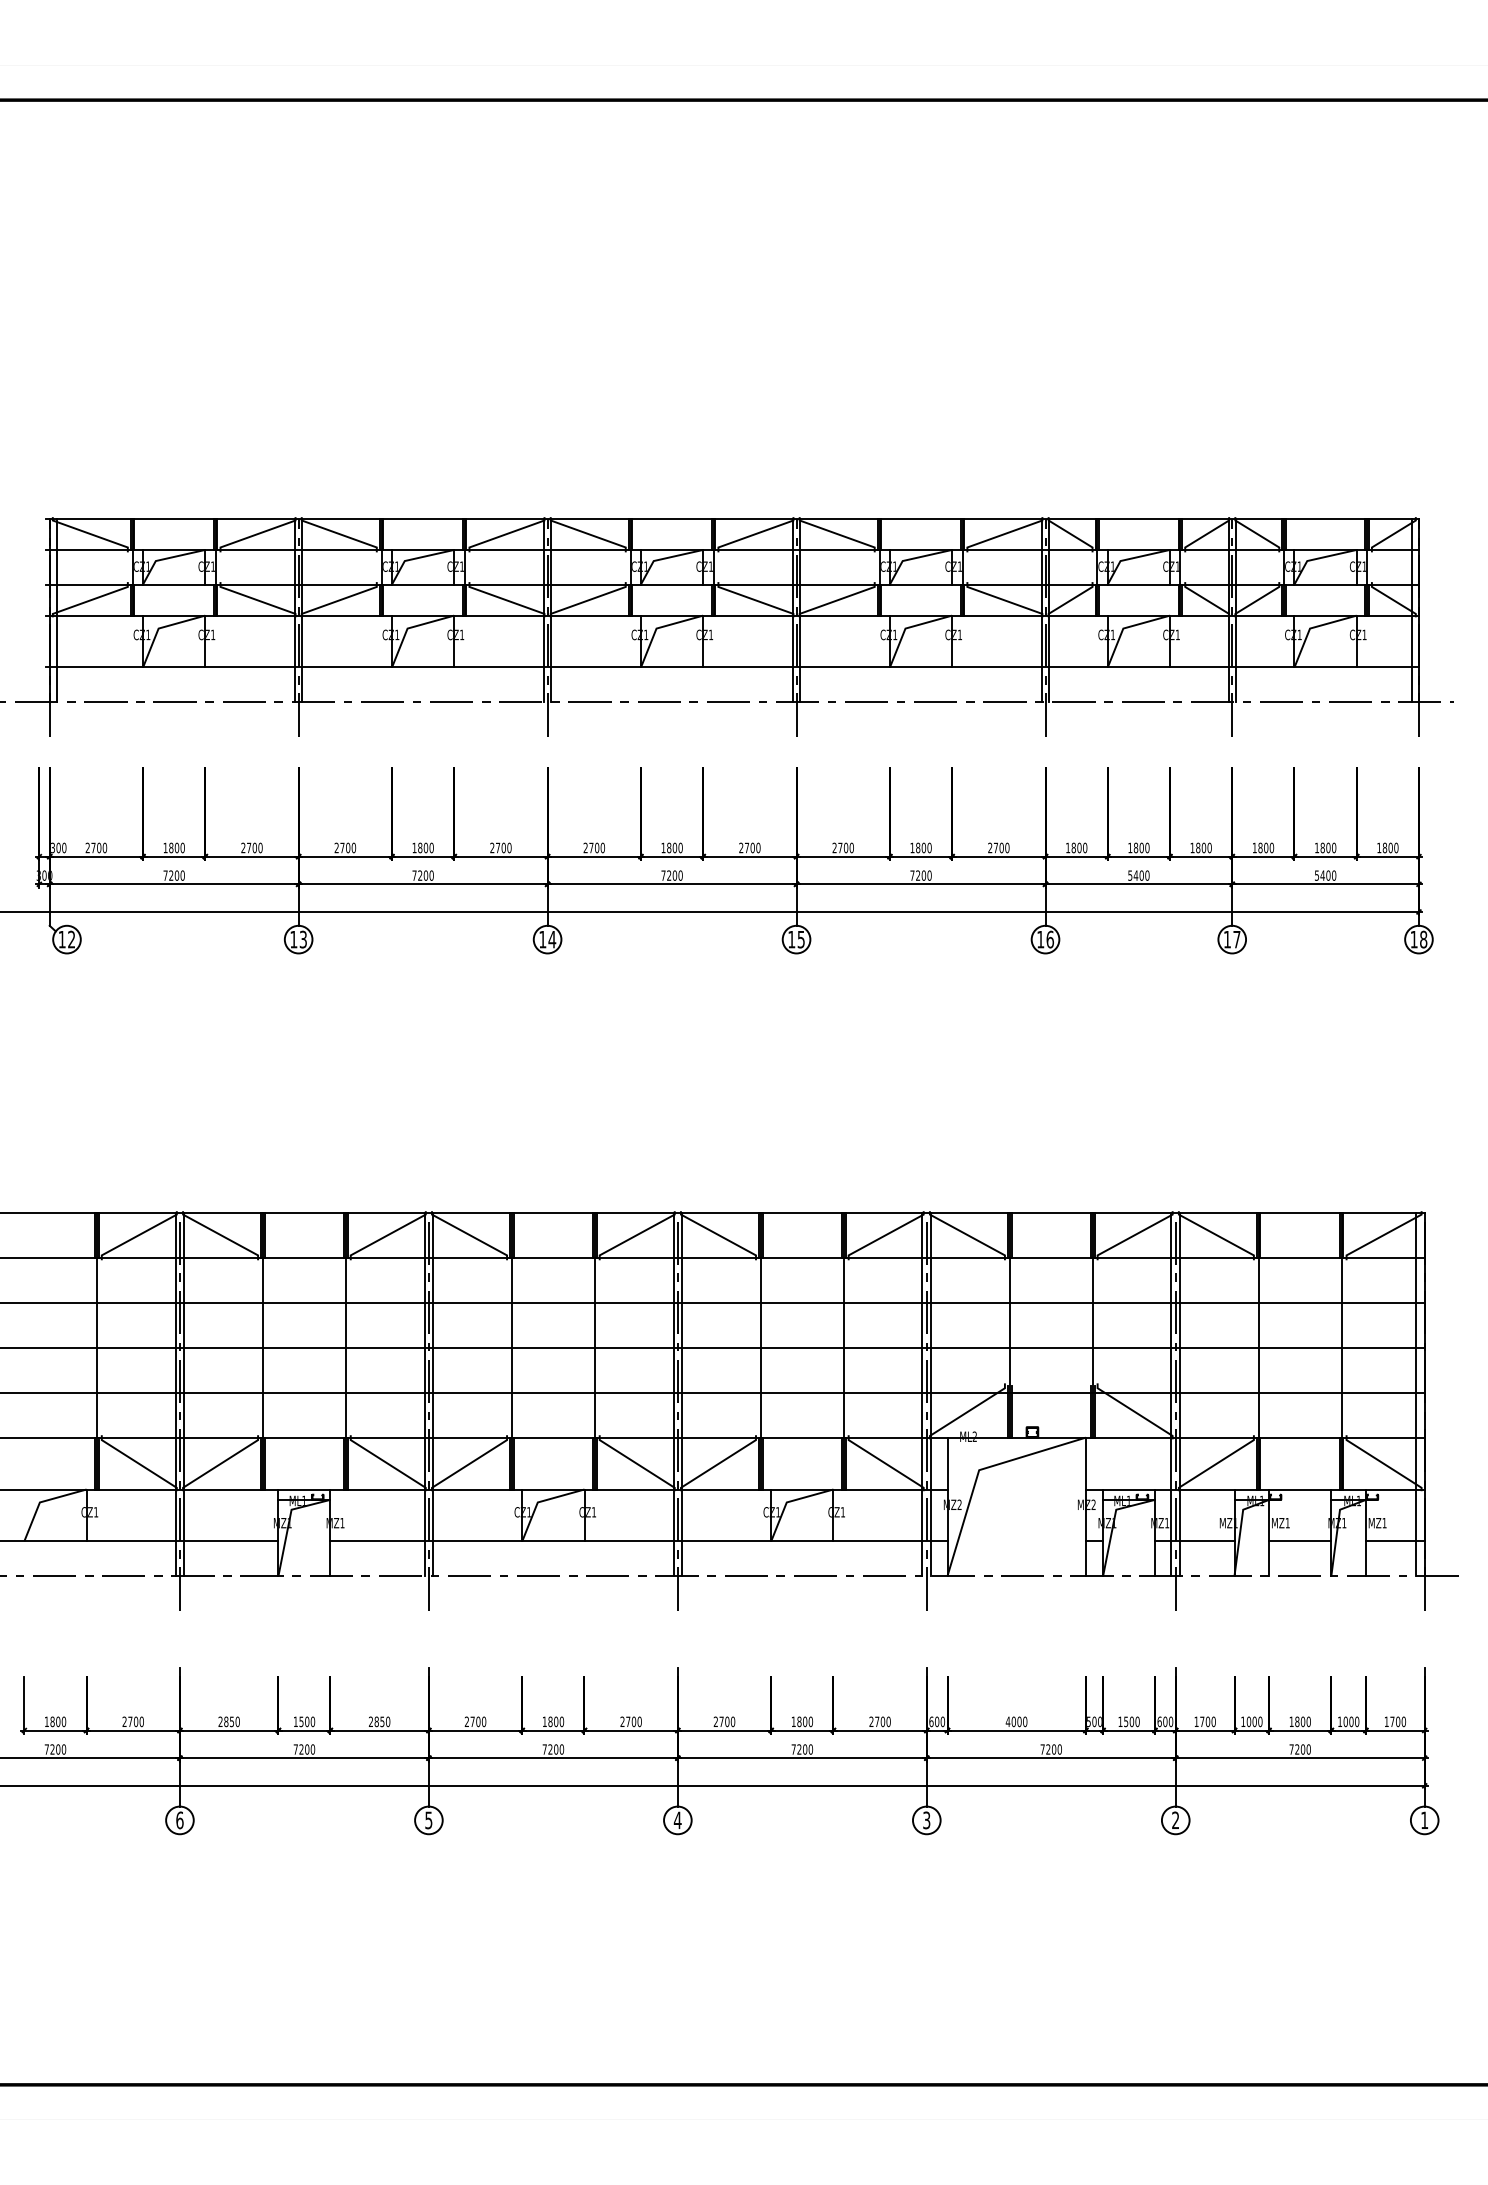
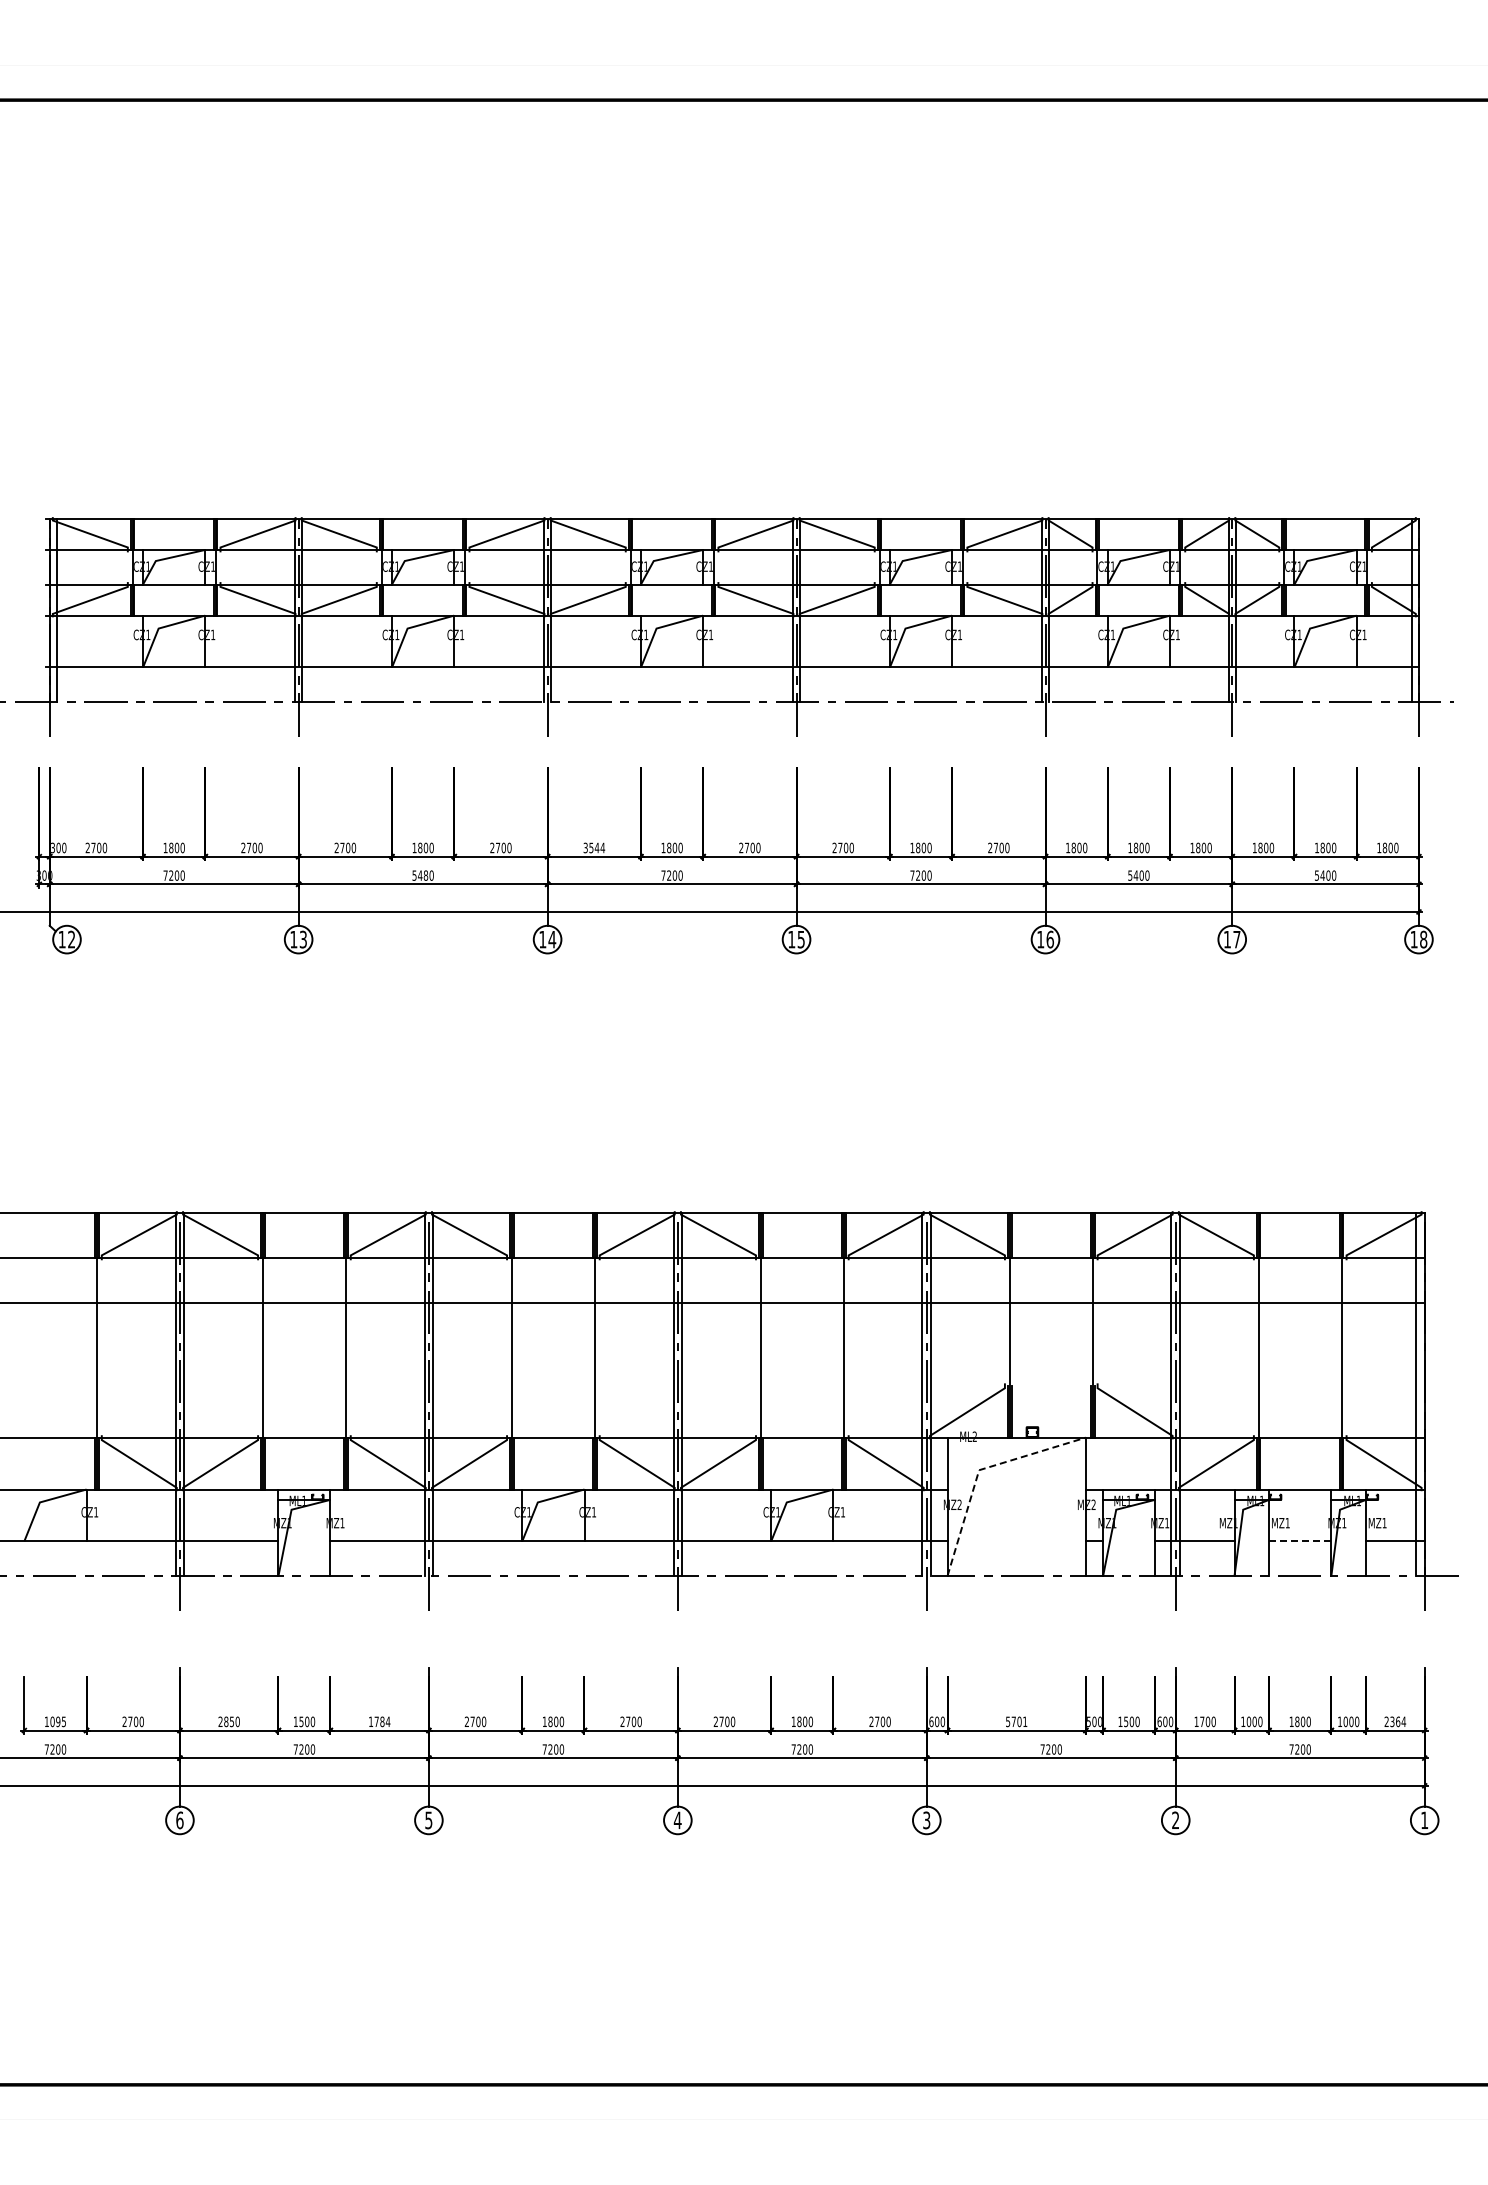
text at (594, 847): 2700 -> 3544
text at (420, 875): 7200 -> 5480
line at (713, 1347): present -> none
line at (713, 1392): present -> none
line at (979, 1470): solid -> dashed
line at (1299, 1541): solid -> dashed
text at (58, 1721): 1800 -> 1095
text at (379, 1721): 2850 -> 1784
text at (1016, 1721): 4000 -> 5701
text at (1395, 1721): 1700 -> 2364
